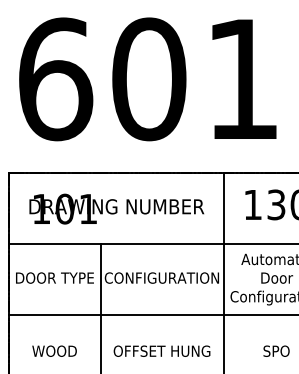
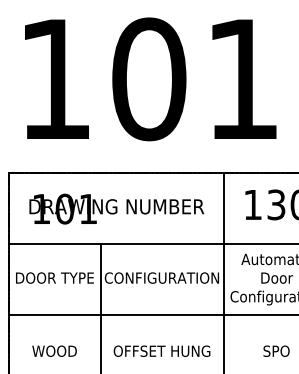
text at (56, 79): 601 -> 101
